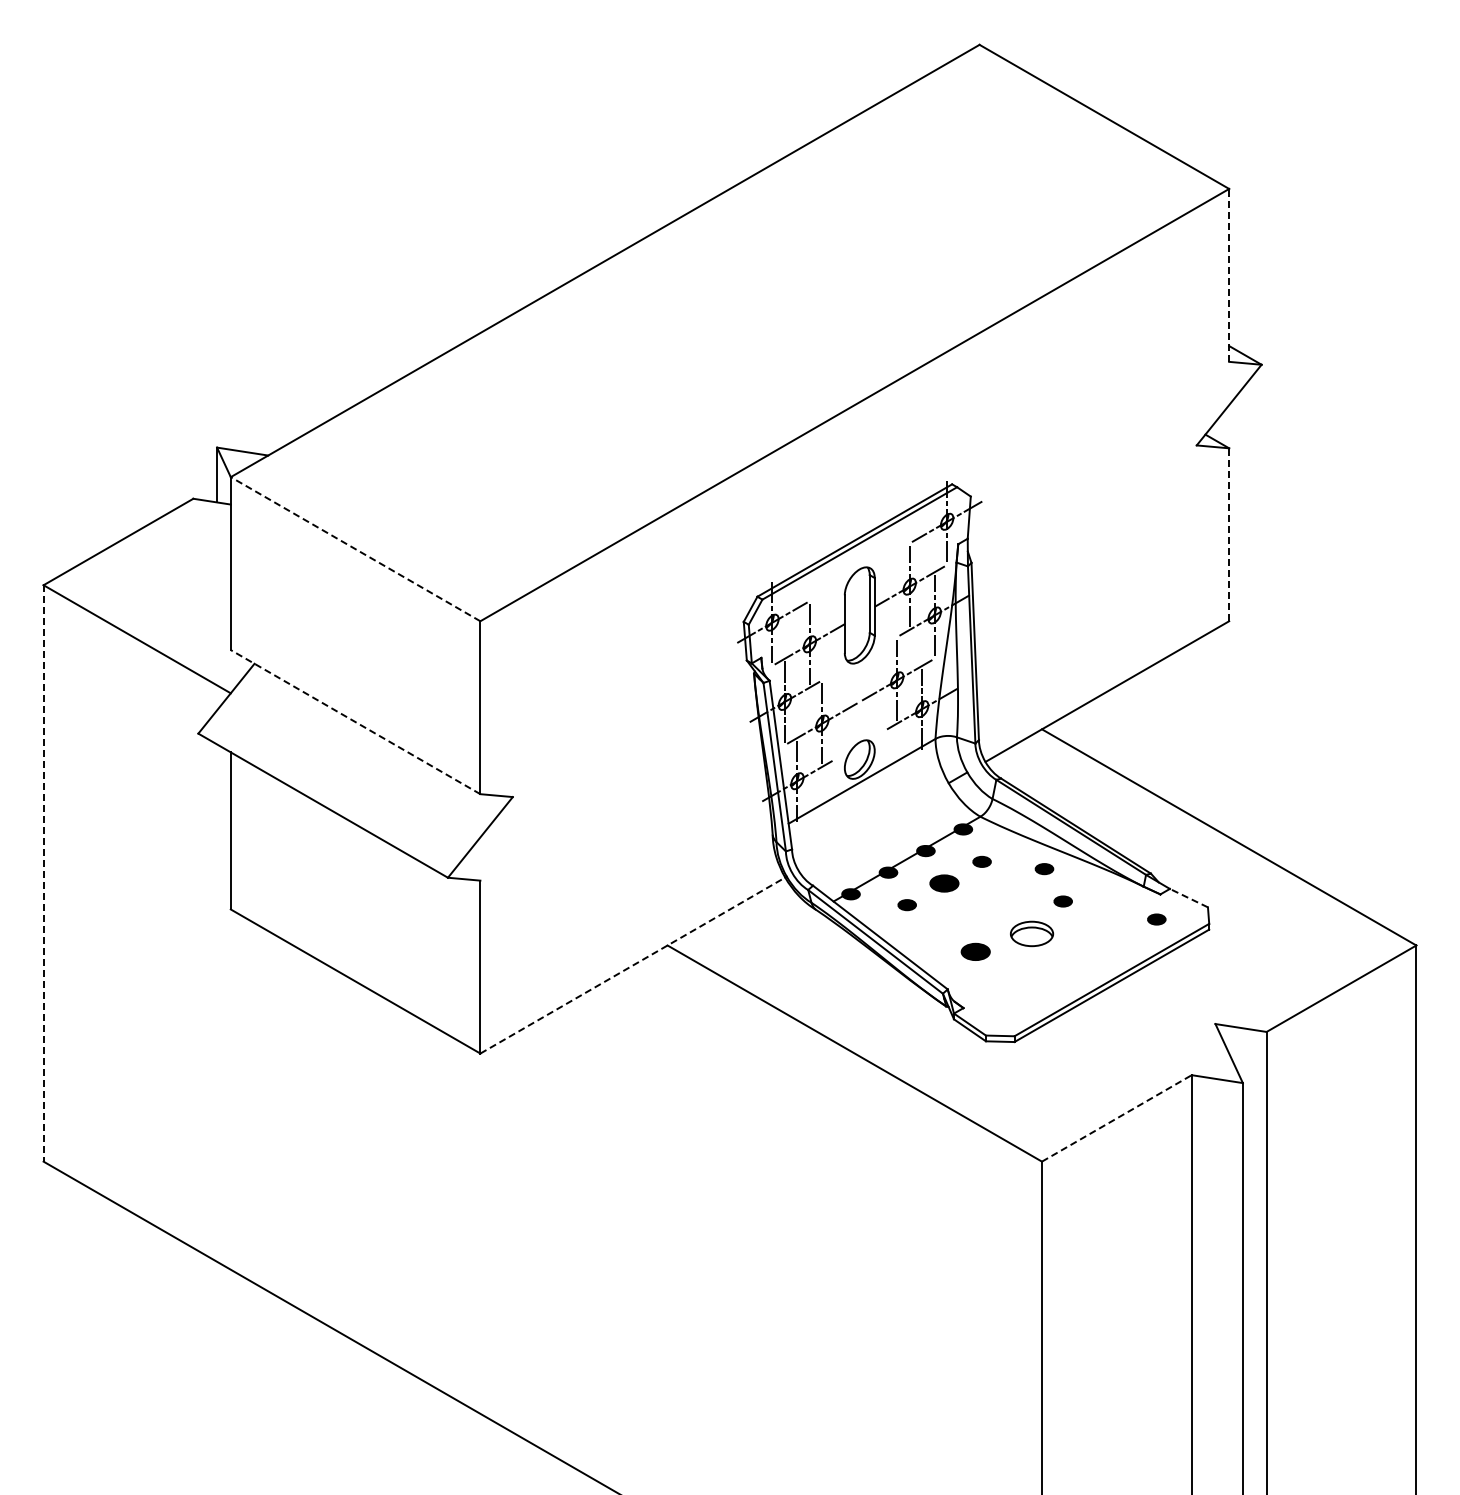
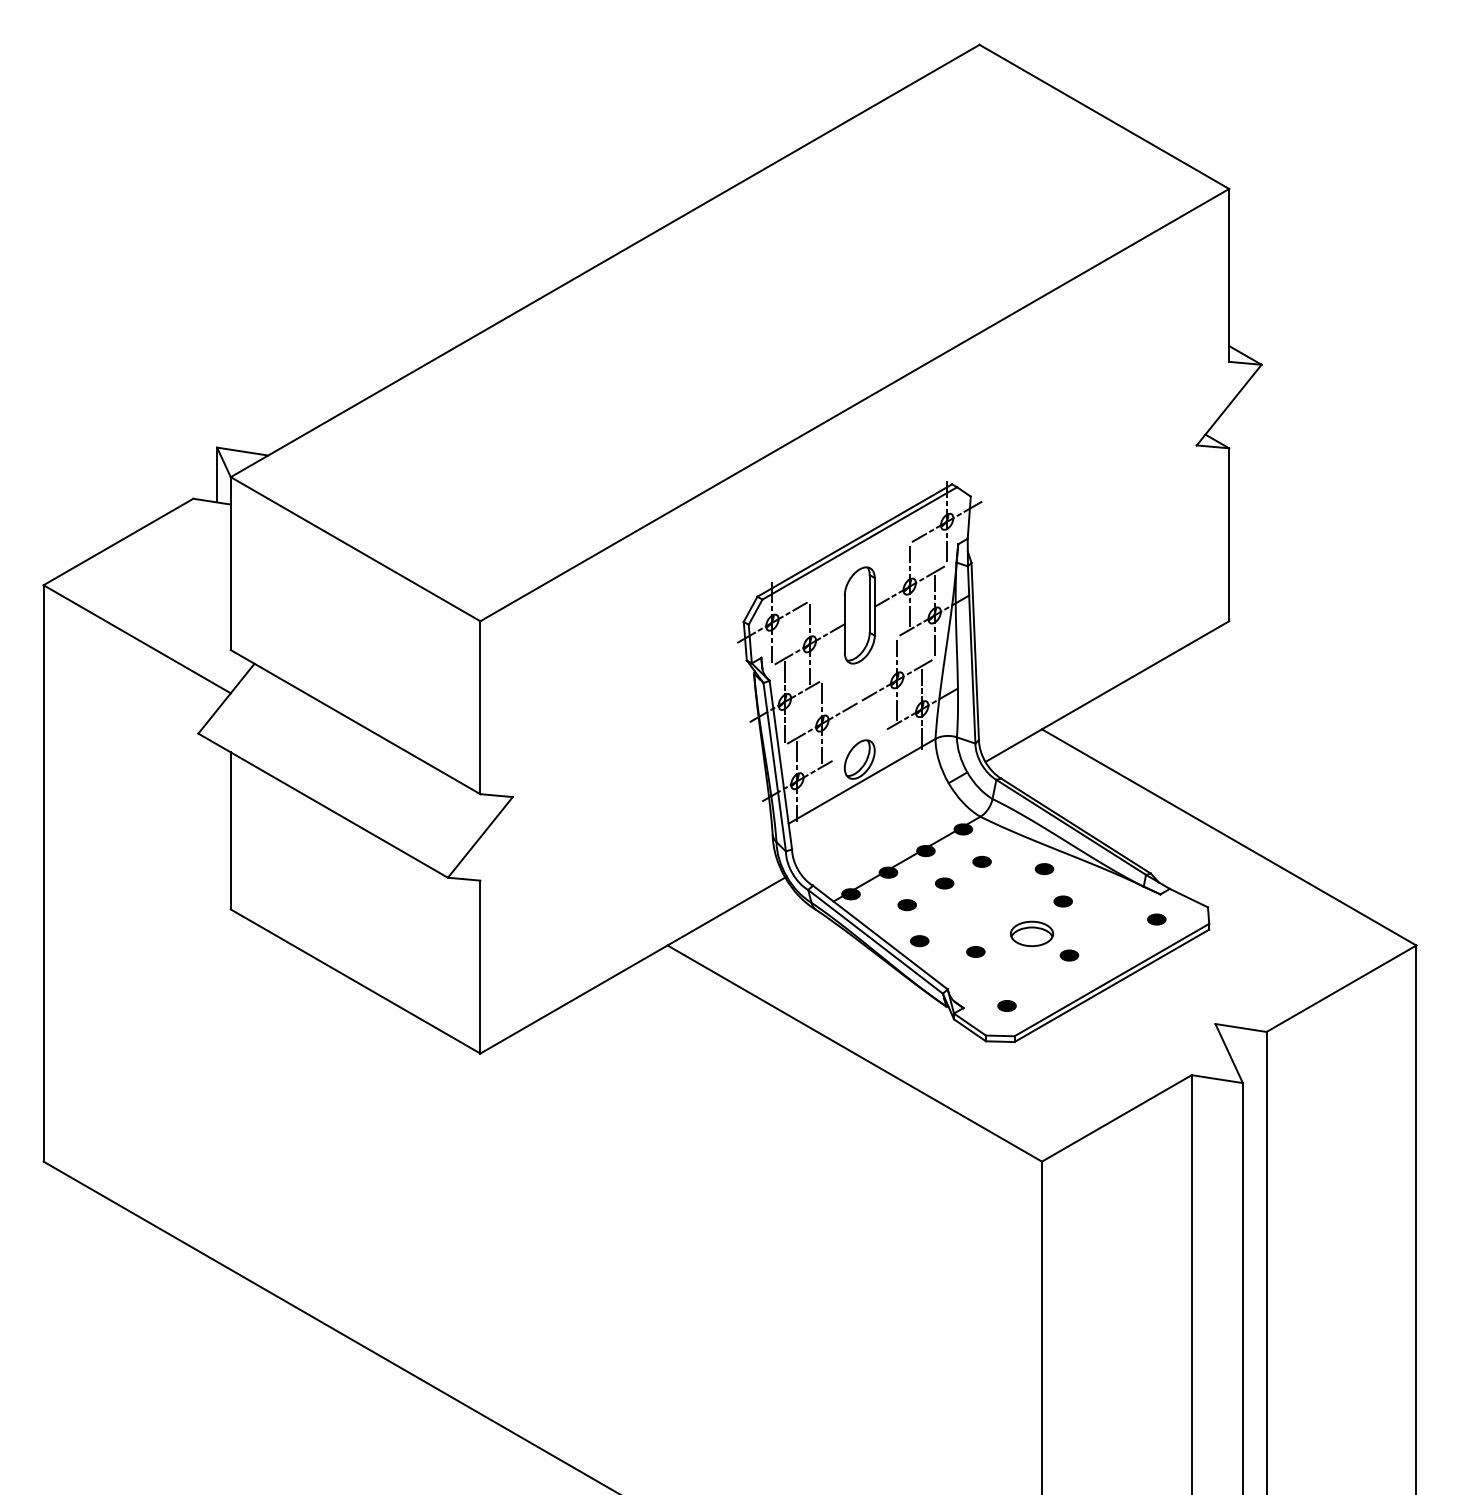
line at (1229, 274): dashed -> solid
line at (1229, 534): dashed -> solid
line at (355, 548): dashed -> solid
line at (355, 721): dashed -> solid
line at (43, 873): dashed -> solid
part at (944, 883) size: 31x19 px -> 20x13 px
line at (1188, 897): dashed -> solid
part at (919, 941): none -> present
part at (975, 951) size: 31x19 px -> 20x12 px
part at (1069, 955): none -> present
line at (632, 965): dashed -> solid
part at (1006, 1005): none -> present
line at (1117, 1118): dashed -> solid
